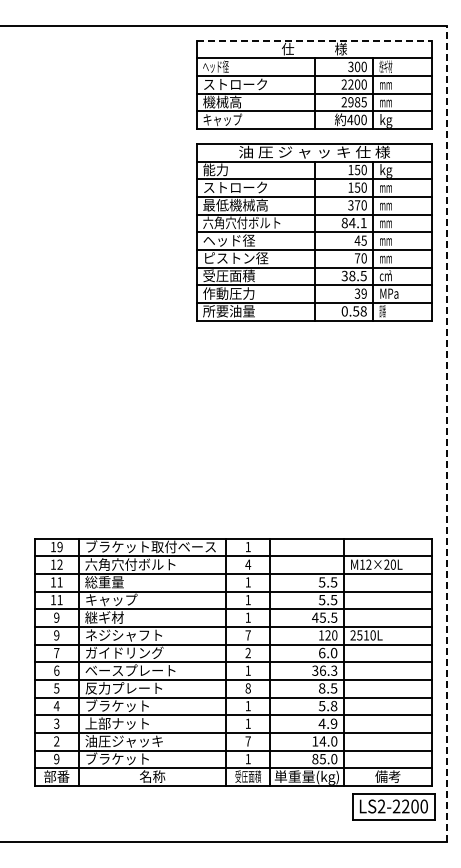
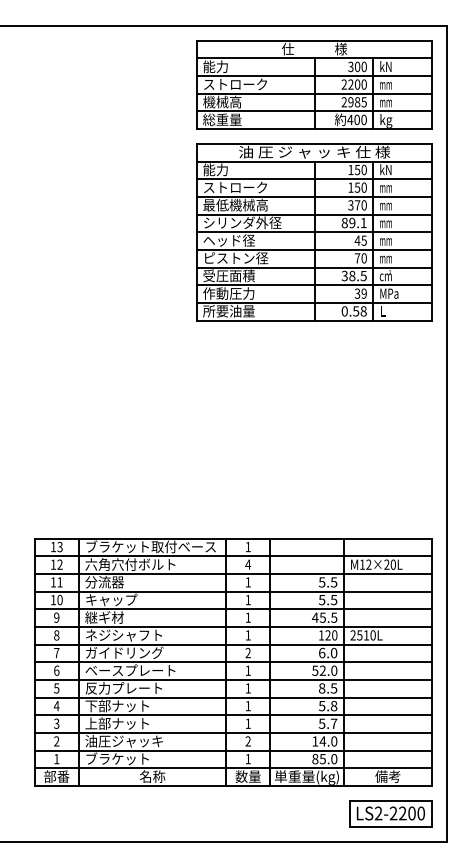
line at (314, 40): dashed -> solid
text at (215, 66): ヘッド径 -> 能力
text at (385, 66): 継ギ材 -> kN
text at (222, 119): キャップ -> 総重量
text at (386, 170): kg -> kN
text at (242, 222): 六角穴付ボルト -> シリンダ外径
text at (352, 222): 84.1 -> 89.1
text at (382, 311): 部番 -> L
line at (447, 433): dashed -> solid
text at (59, 547): 19 -> 13
text at (104, 581): 総重量 -> 分流器
text at (59, 599): 11 -> 10
text at (56, 635): 9 -> 8
text at (247, 635): 7 -> 1
text at (324, 670): 36.3 -> 52.0
text at (247, 688): 8 -> 1
text at (104, 705): ブラケット -> 下部ナット
text at (327, 723): 4.9 -> 5.7
text at (247, 741): 7 -> 2
text at (56, 758): 9 -> 1
text at (248, 776): 受圧面積 -> 数量
part at (393, 806) position: (393, 806) -> (390, 813)
